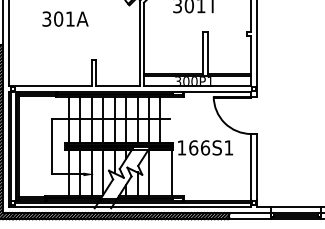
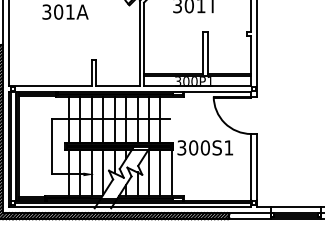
text at (65, 18) position: (65, 18) -> (65, 11)
text at (193, 147): 166S1 -> 300S1
line at (160, 173): none -> present
